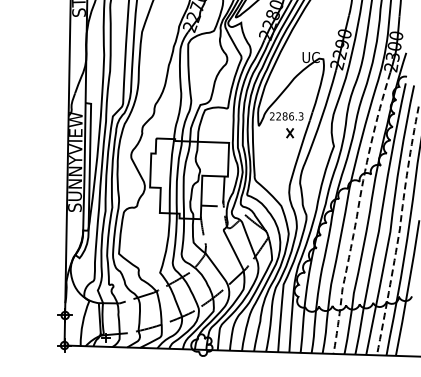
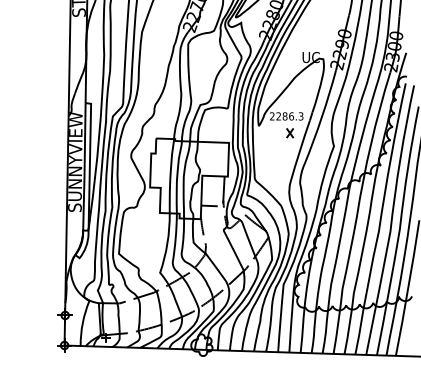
line at (357, 213): dashed -> solid
line at (399, 232): dashed -> solid
